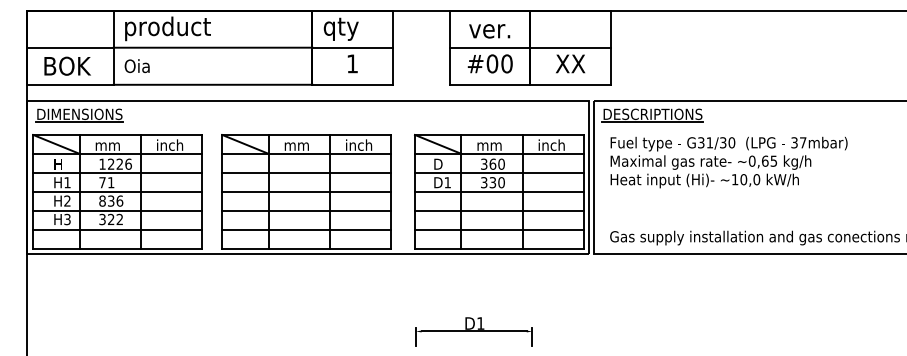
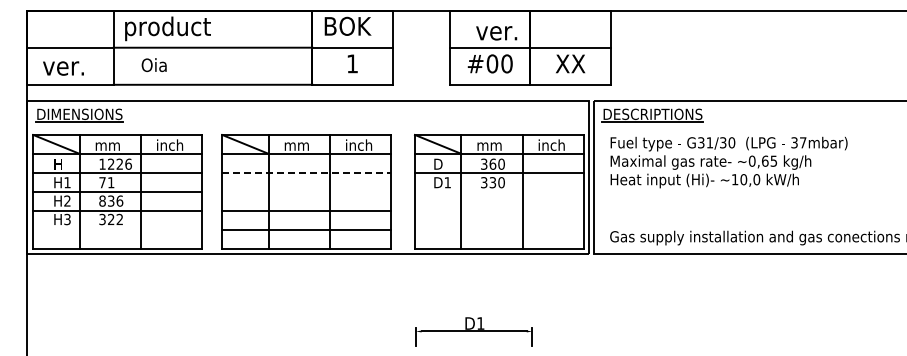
text at (347, 28): qty -> BOK
text at (489, 31) position: (489, 31) -> (496, 33)
text at (66, 65): BOK -> ver.
text at (136, 66) position: (136, 66) -> (153, 65)
line at (307, 172): solid -> dashed
line at (306, 191): present -> none
line at (498, 191): present -> none
line at (498, 210): present -> none
line at (117, 229): present -> none
line at (498, 229): present -> none
